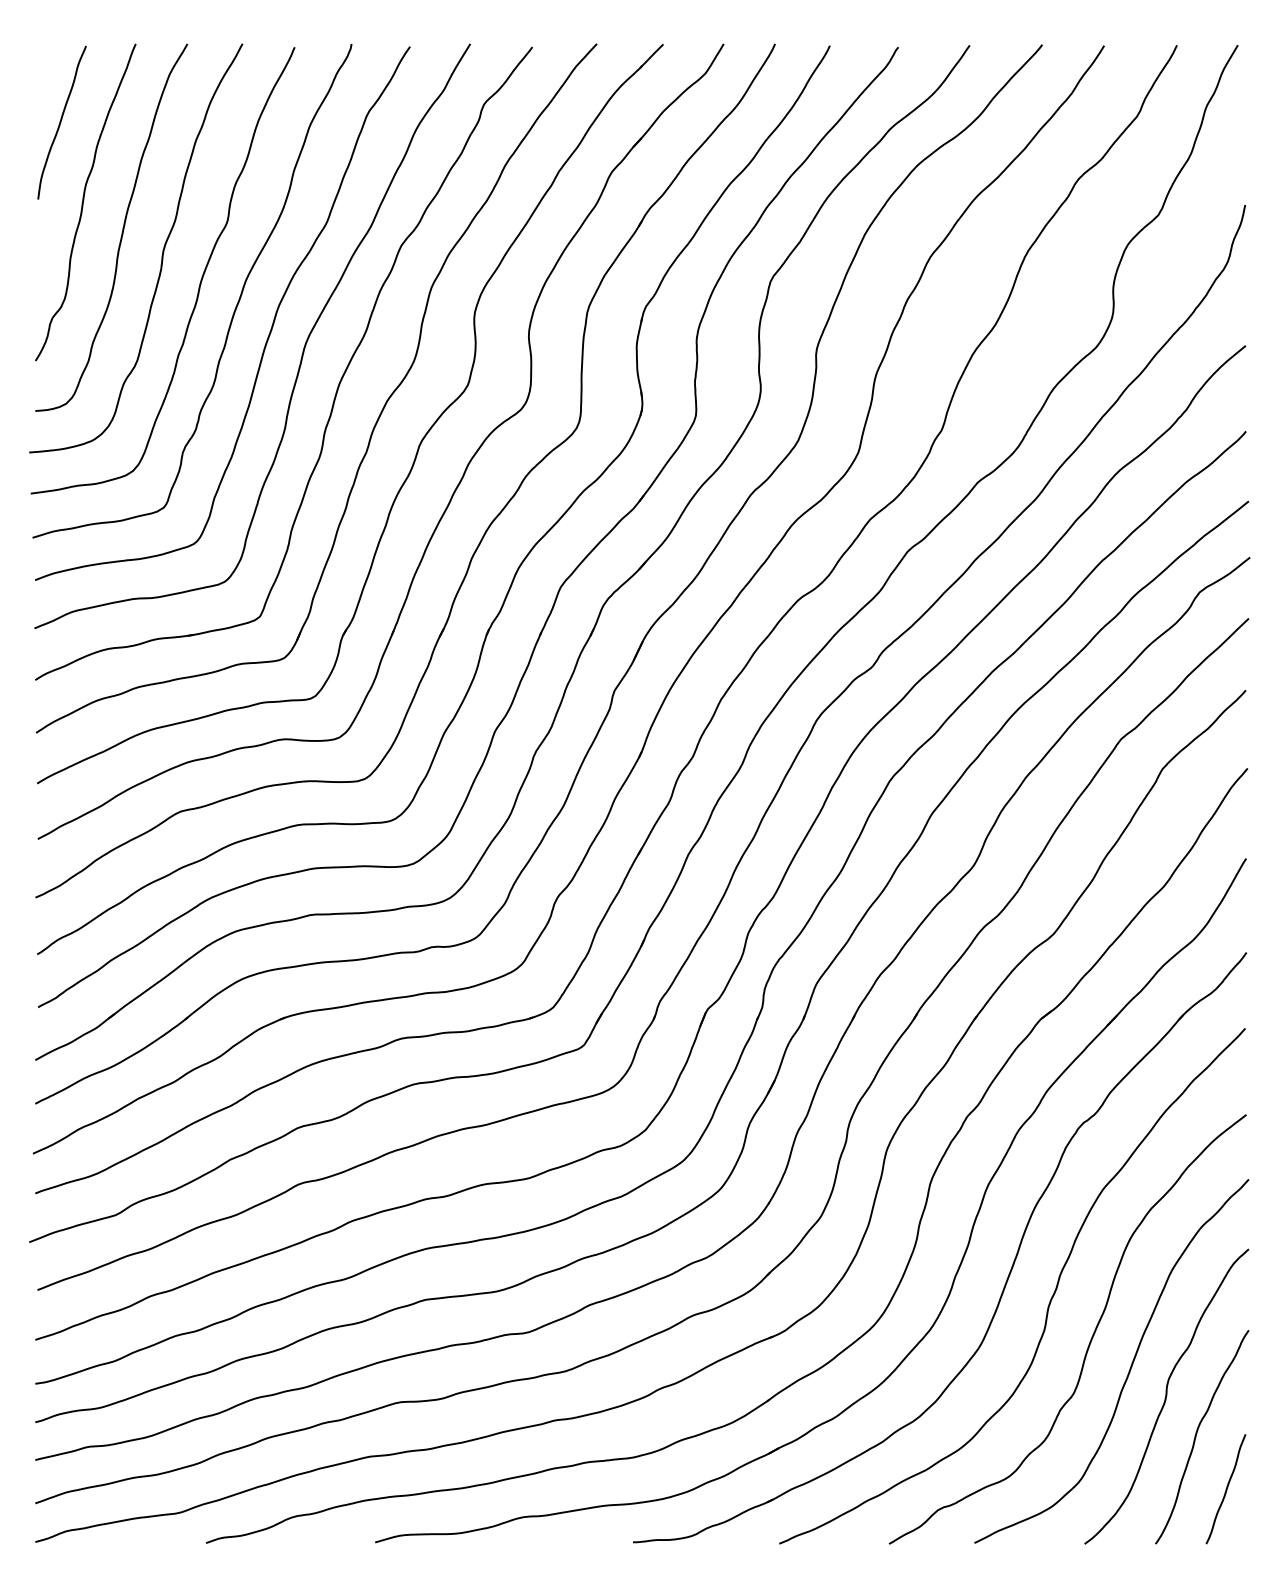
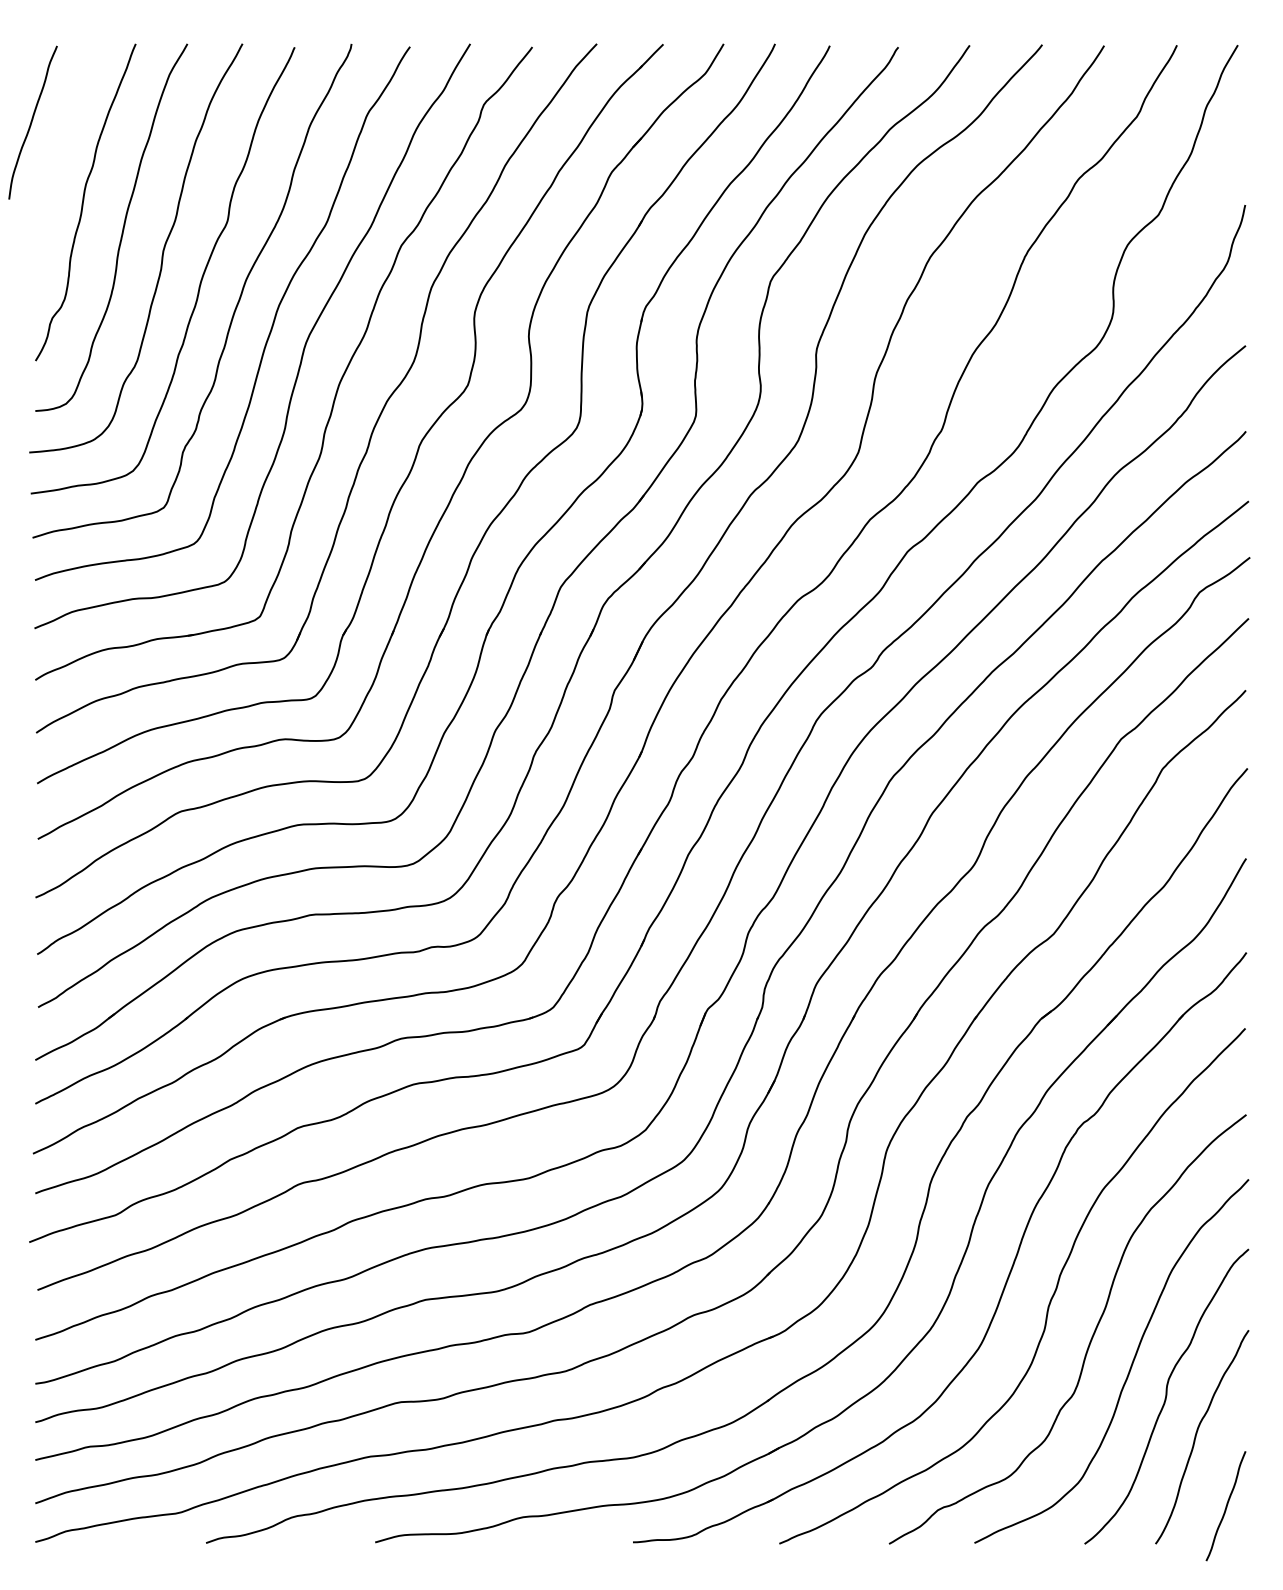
curve at (61, 122) position: (61, 122) -> (32, 122)
curve at (1225, 1489) position: (1225, 1489) -> (1225, 1506)
